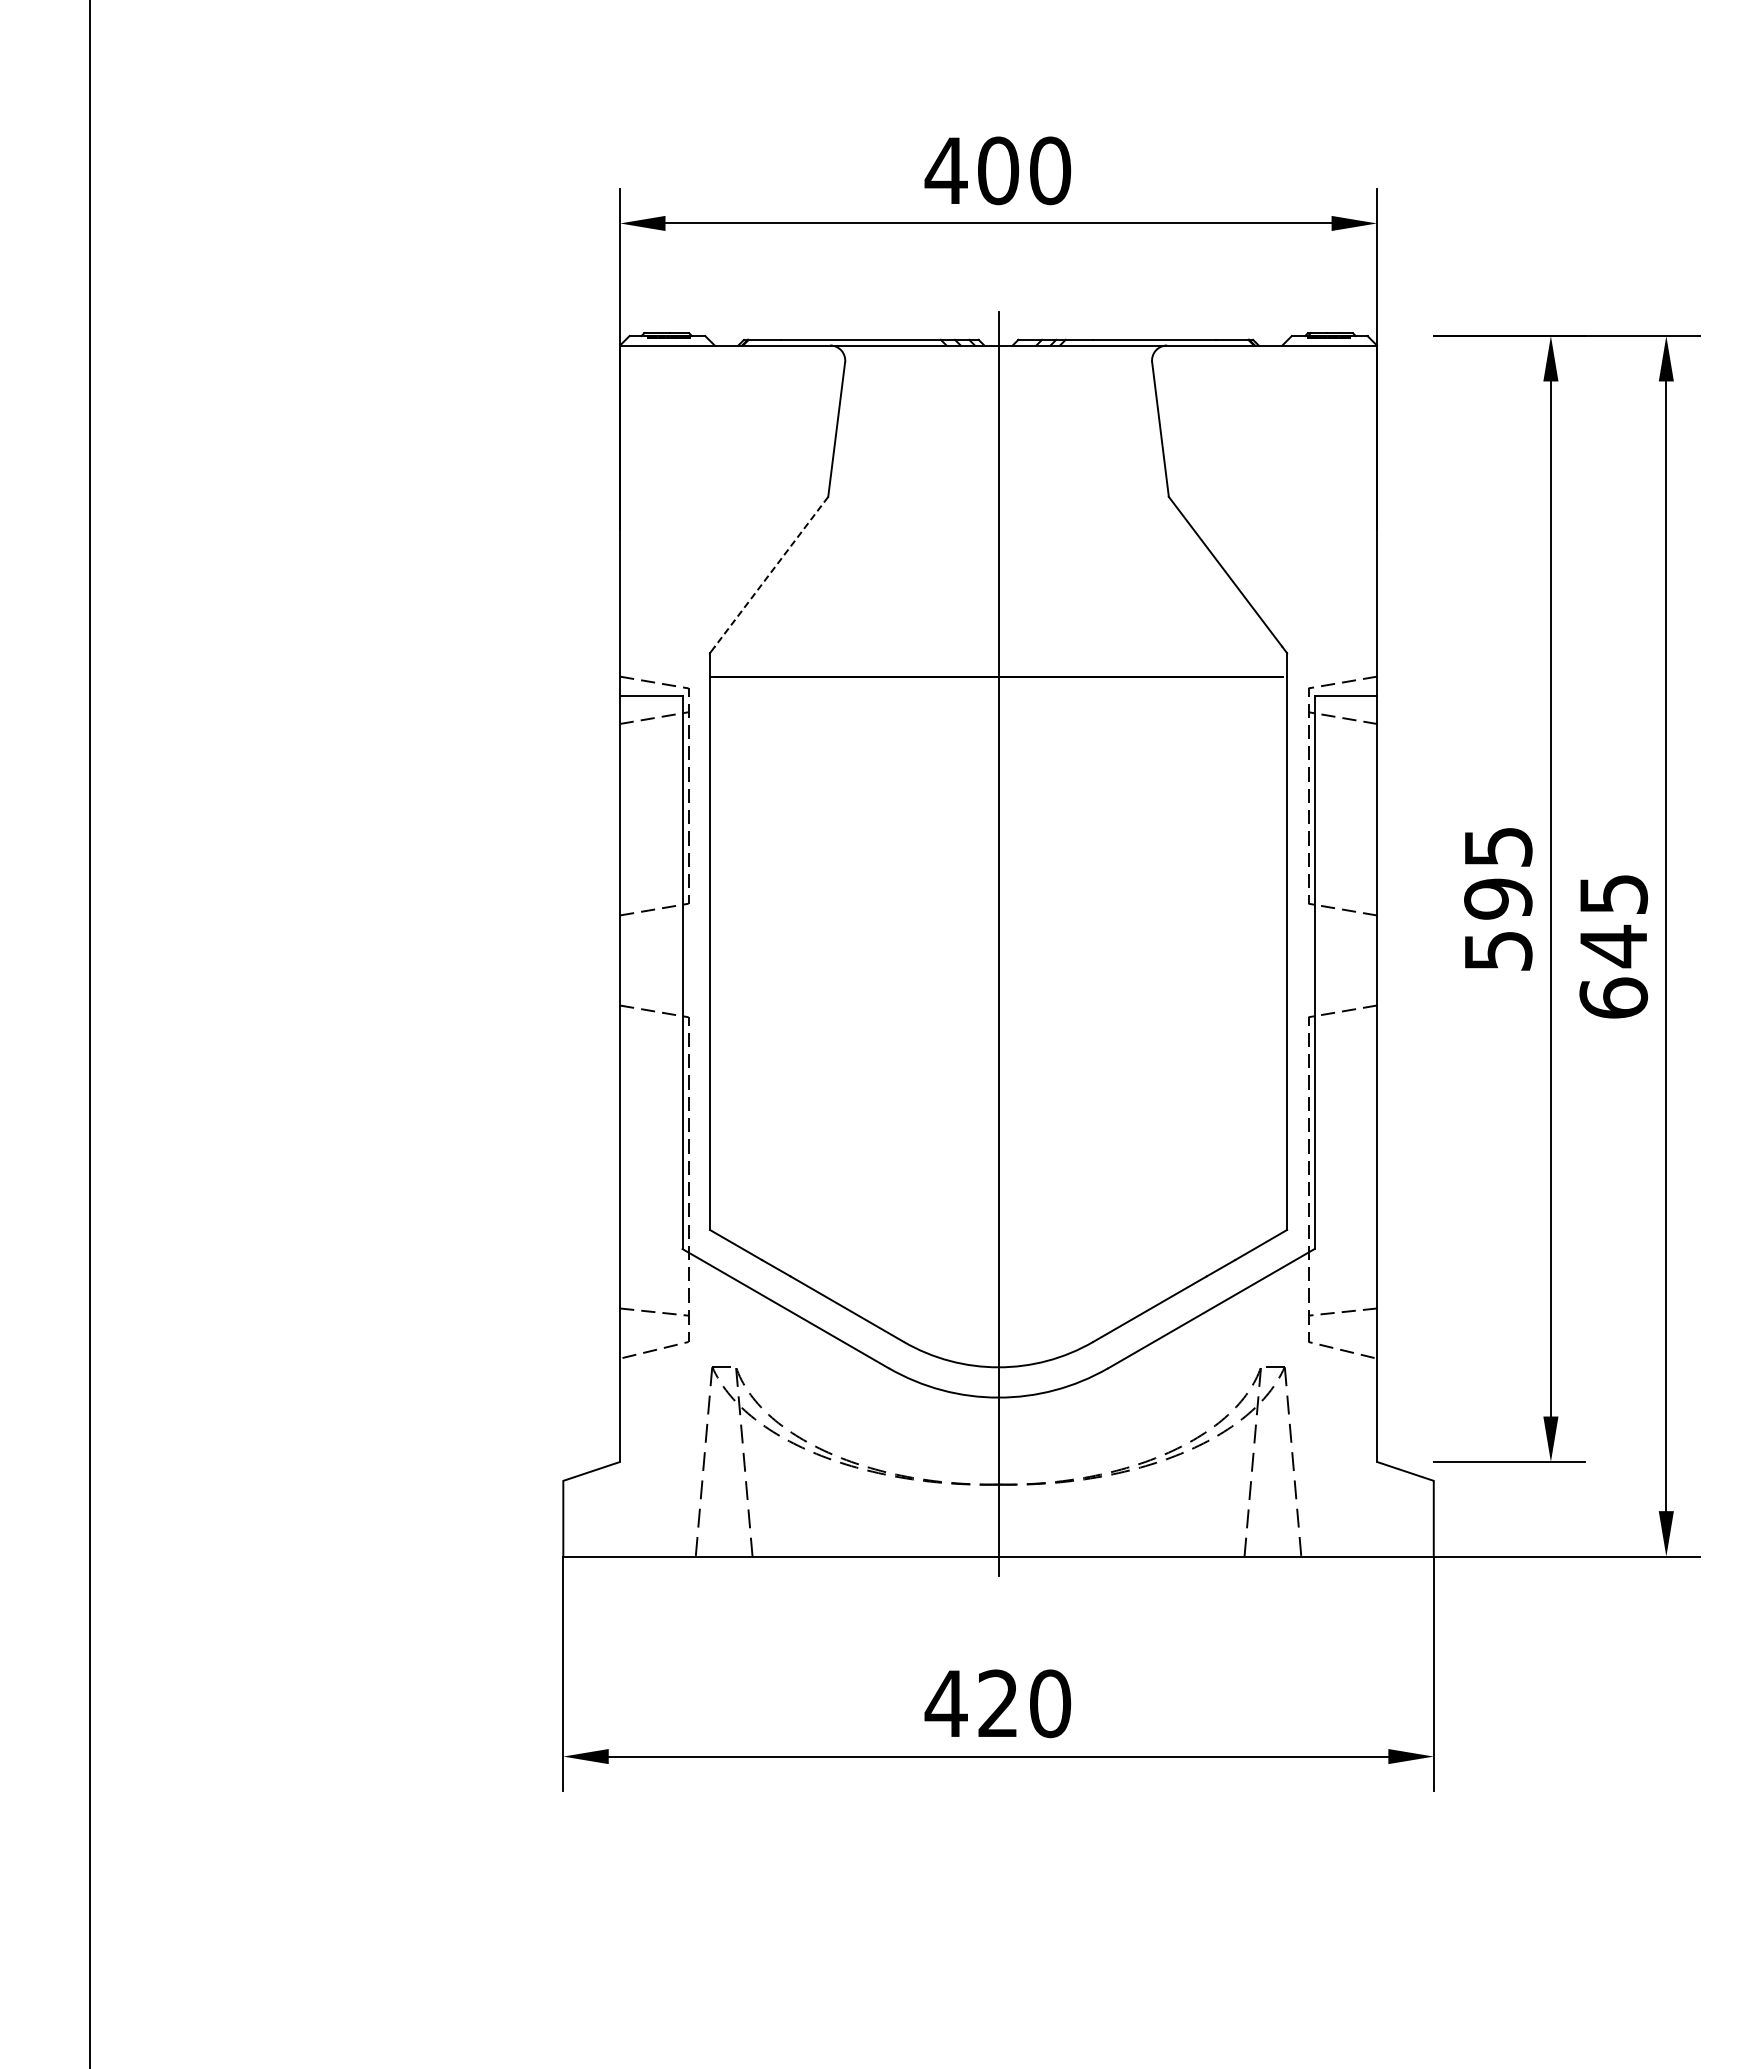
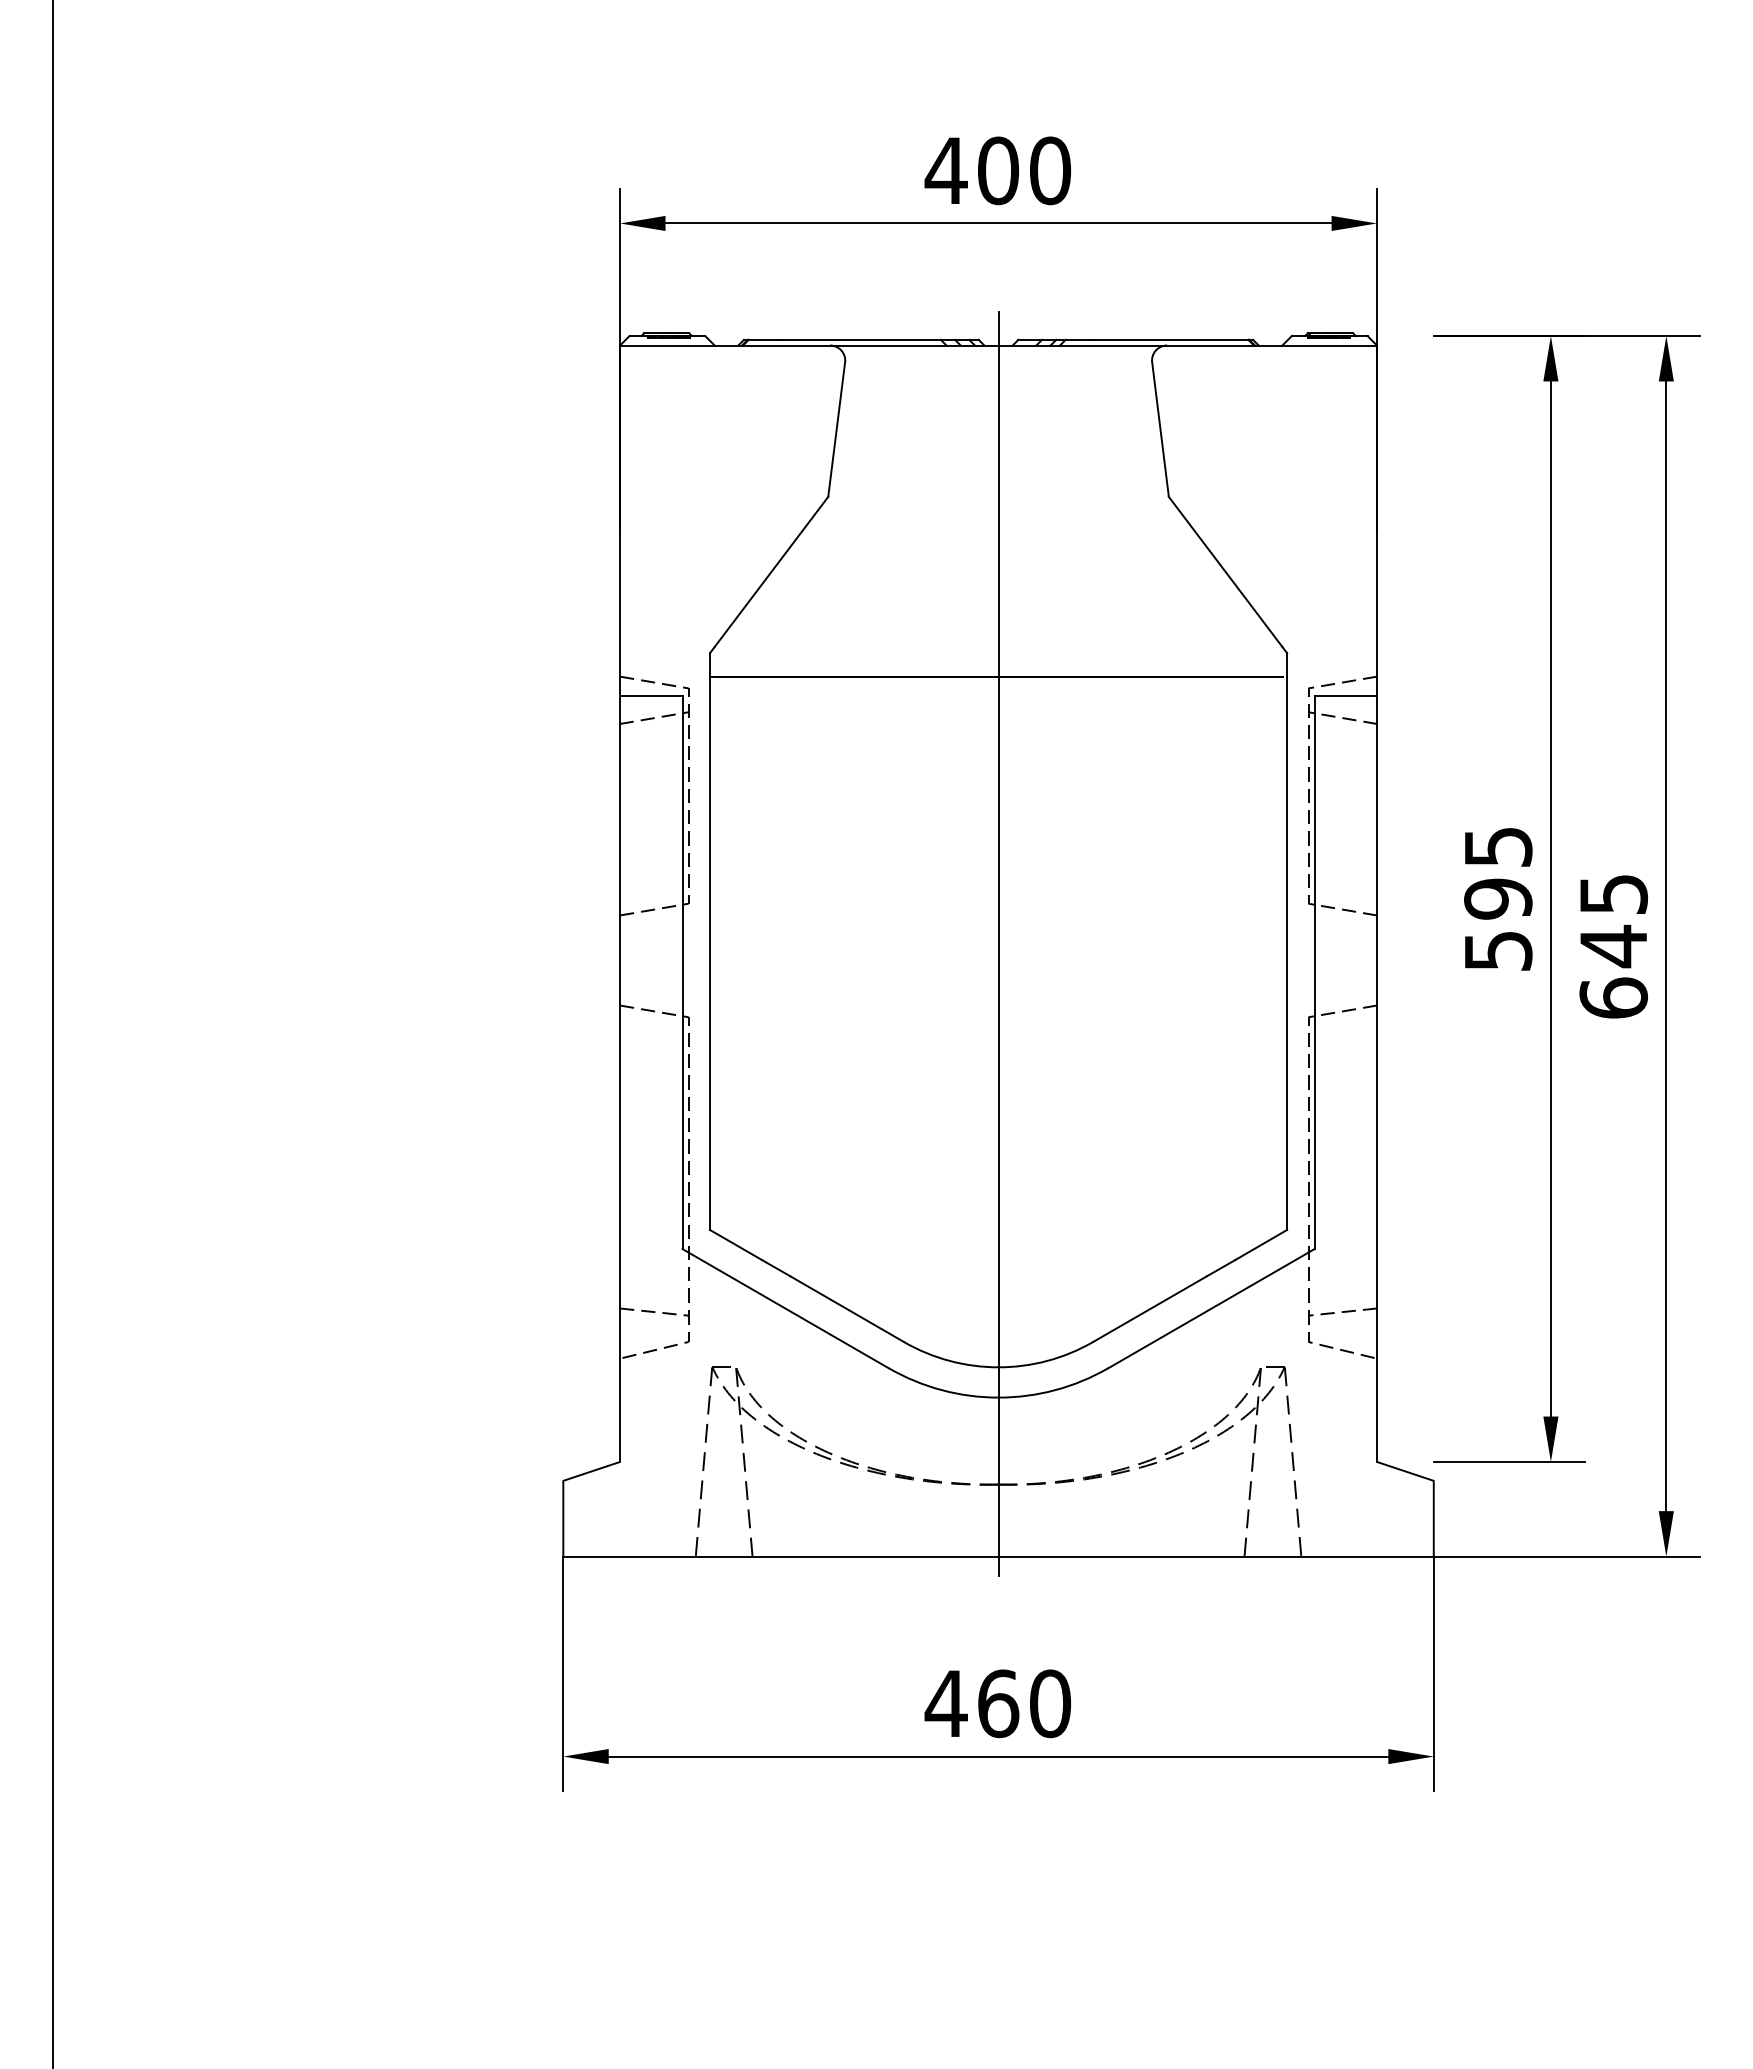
line at (771, 572): dashed -> solid
line at (89, 1033) position: (89, 1033) -> (52, 1033)
text at (998, 1703): 420 -> 460
